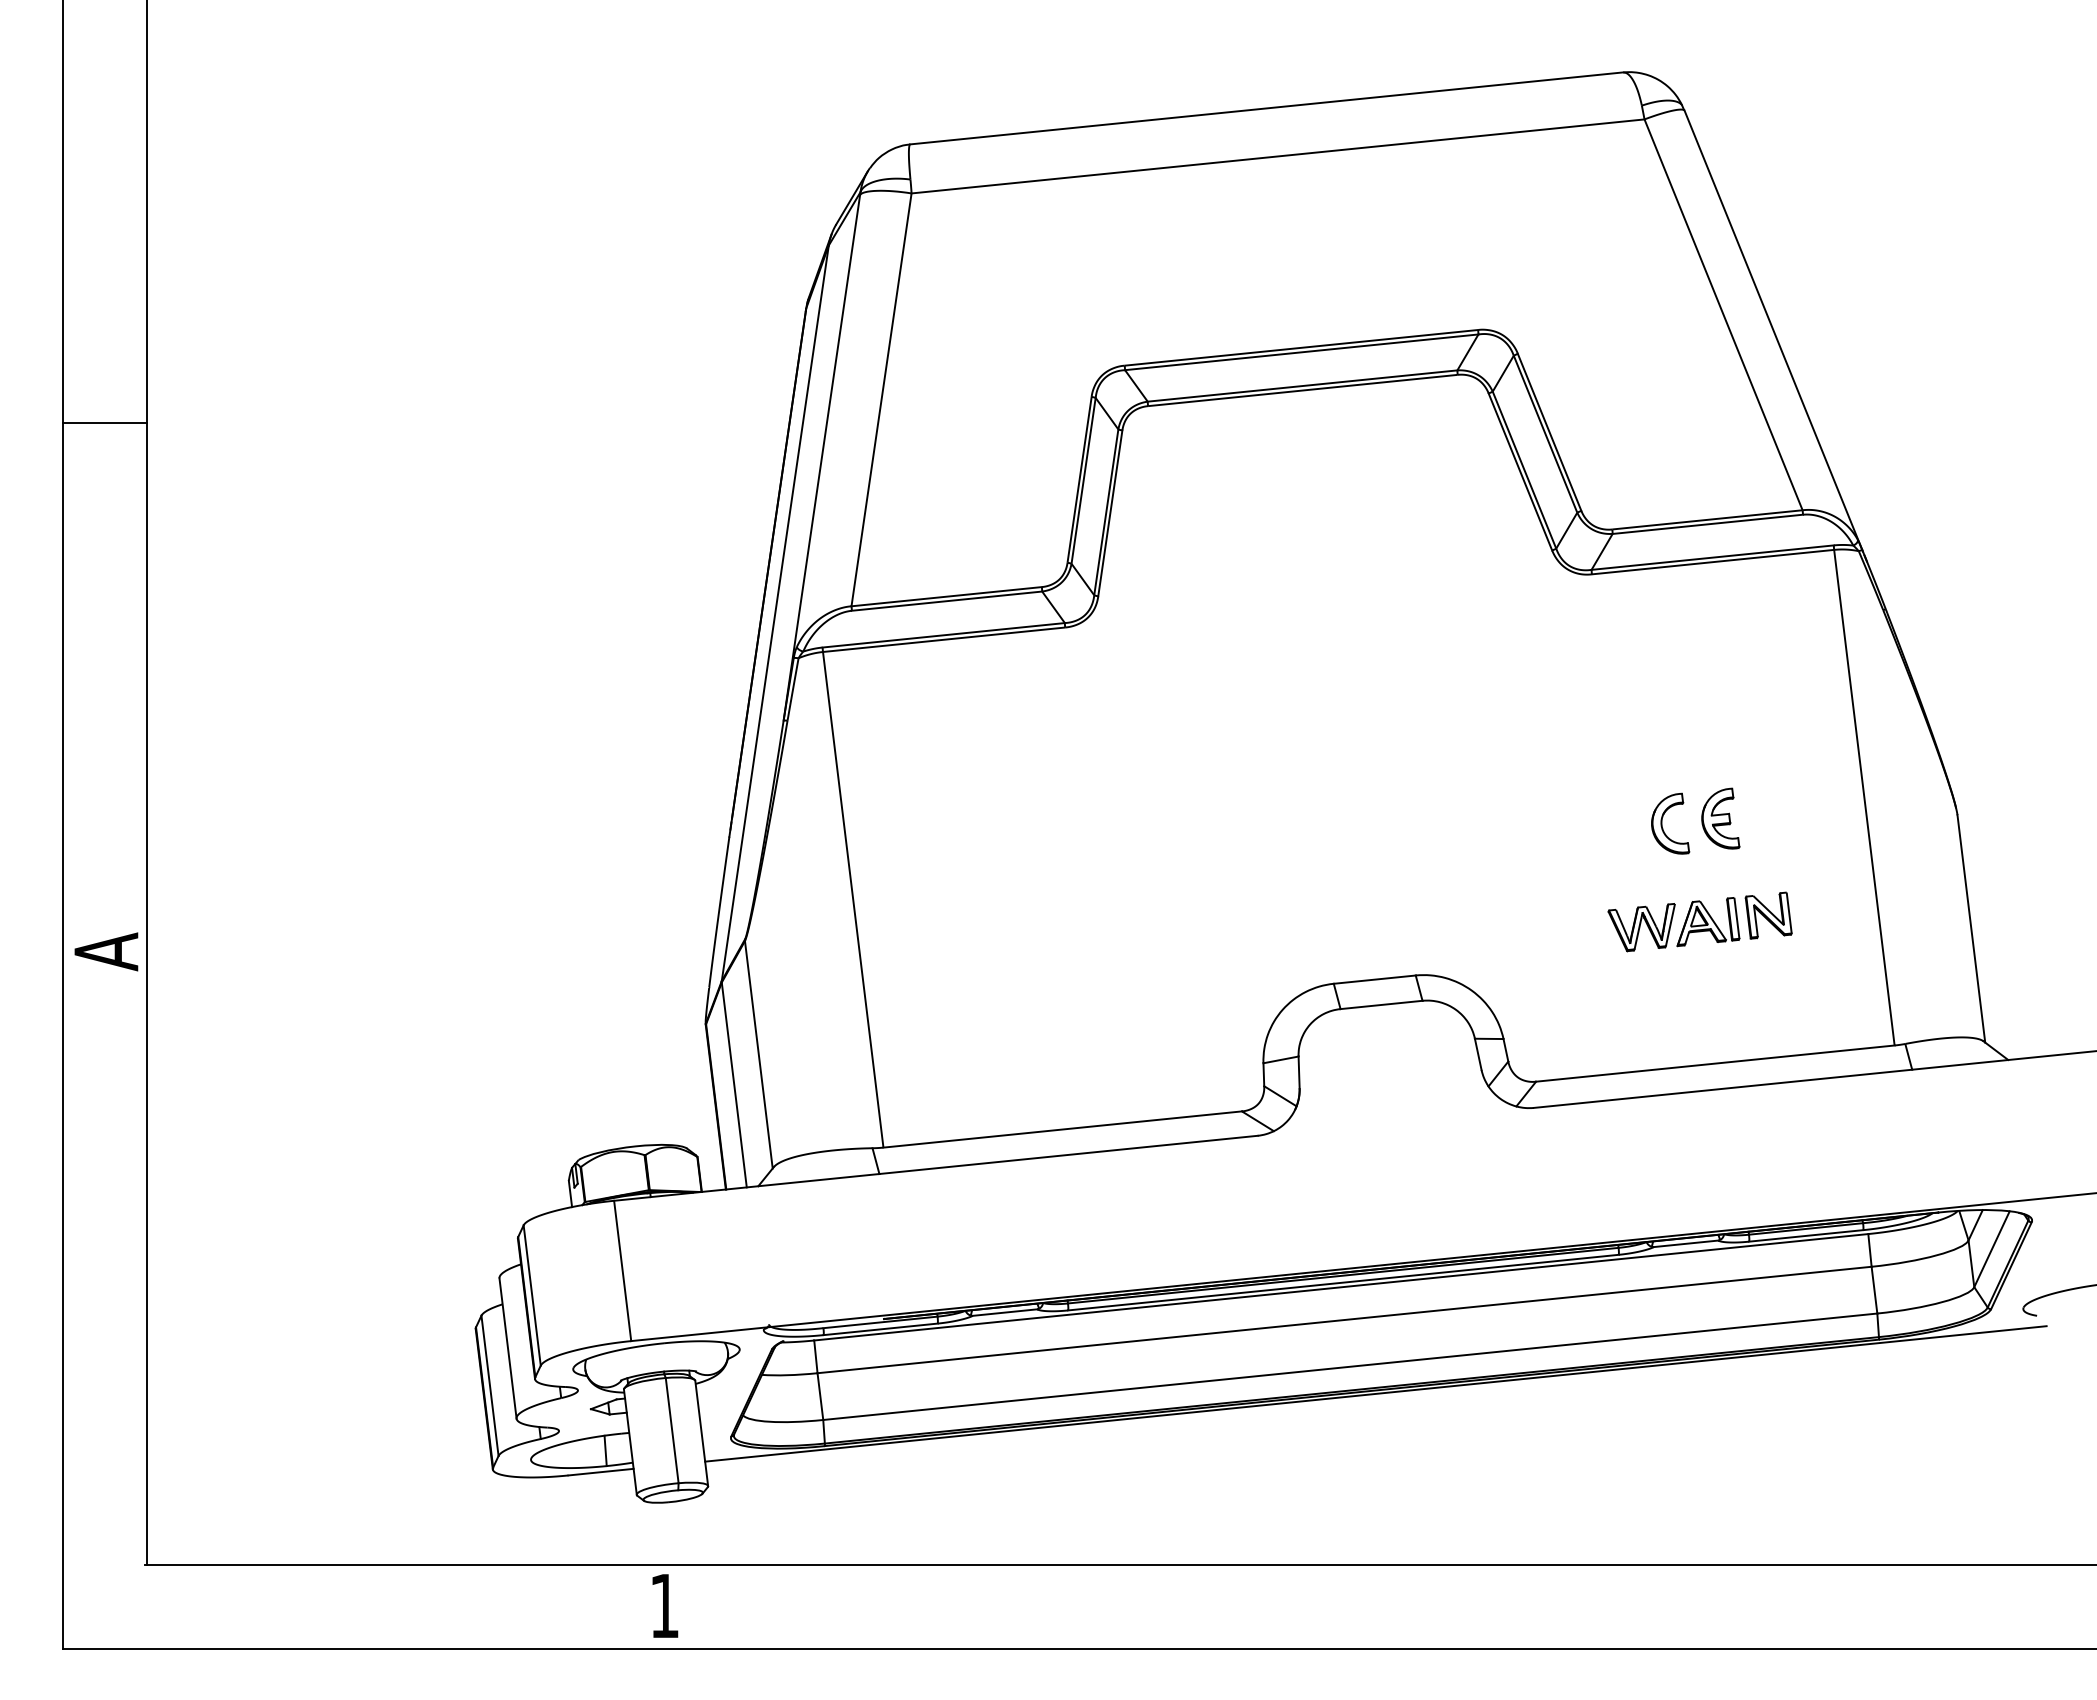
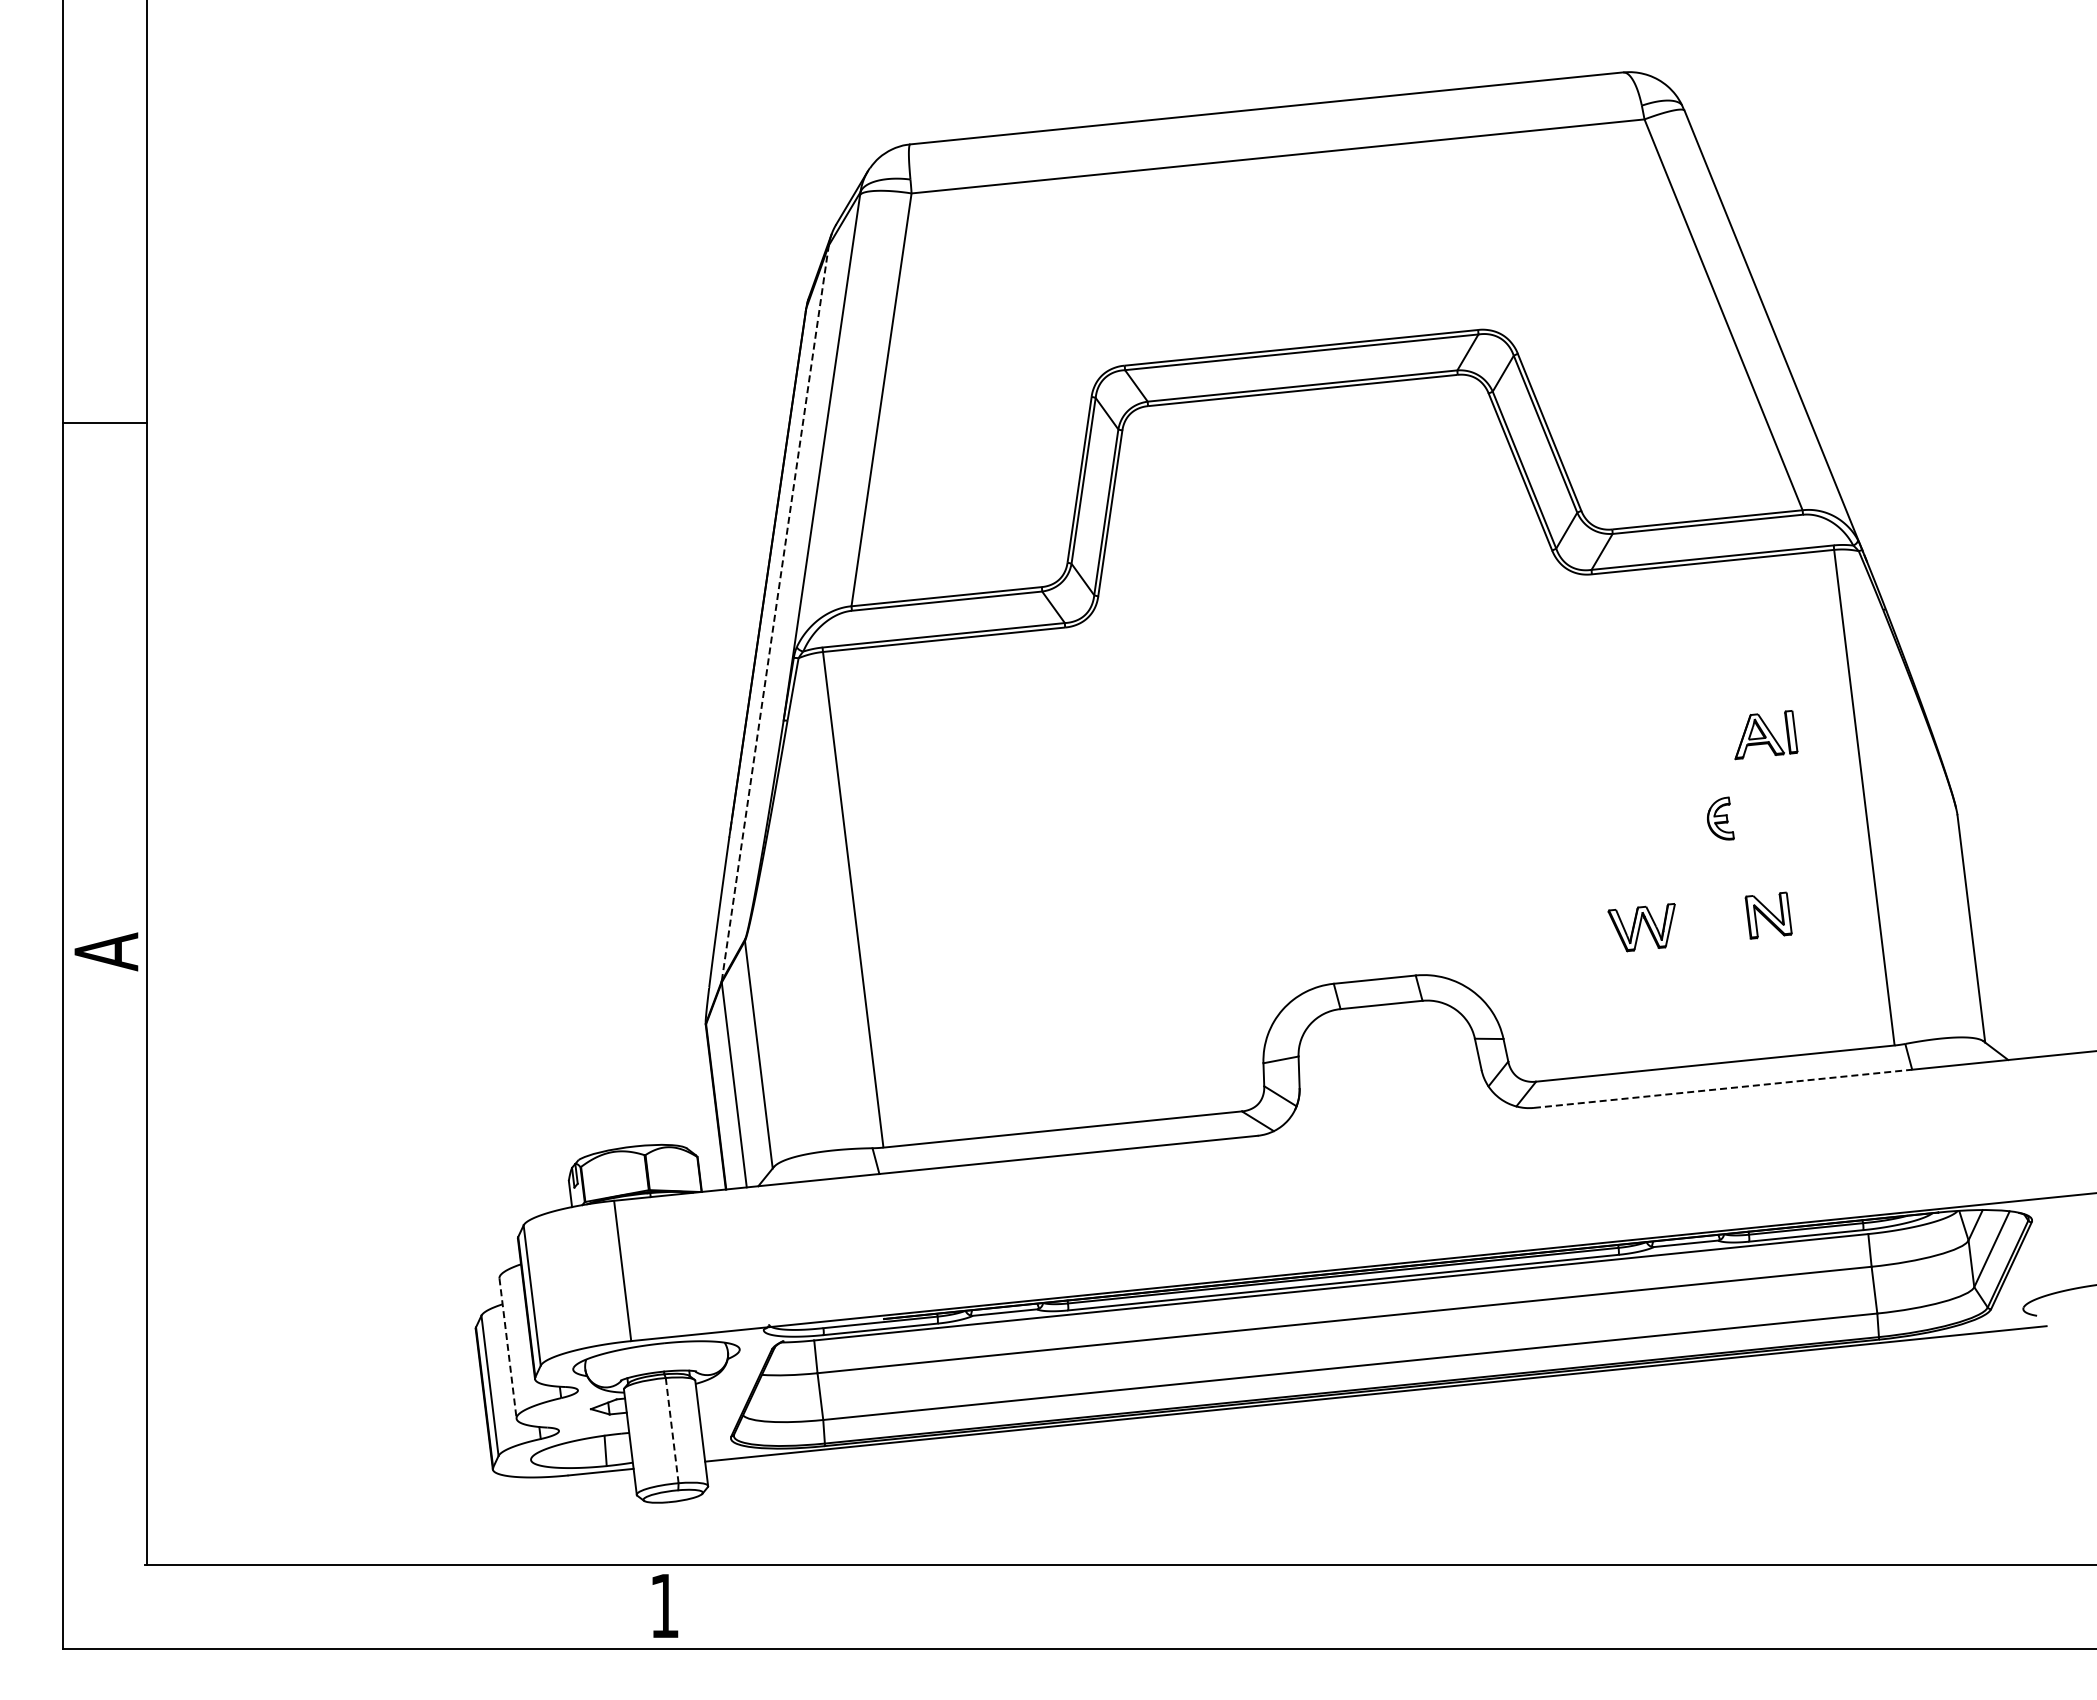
line at (775, 613): solid -> dashed
part at (1720, 818) size: 40x63 px -> 28x45 px
part at (1662, 823): present -> none
part at (1708, 922) position: (1708, 922) -> (1766, 735)
line at (1723, 1088): solid -> dashed
line at (508, 1348): solid -> dashed
line at (672, 1430): solid -> dashed
